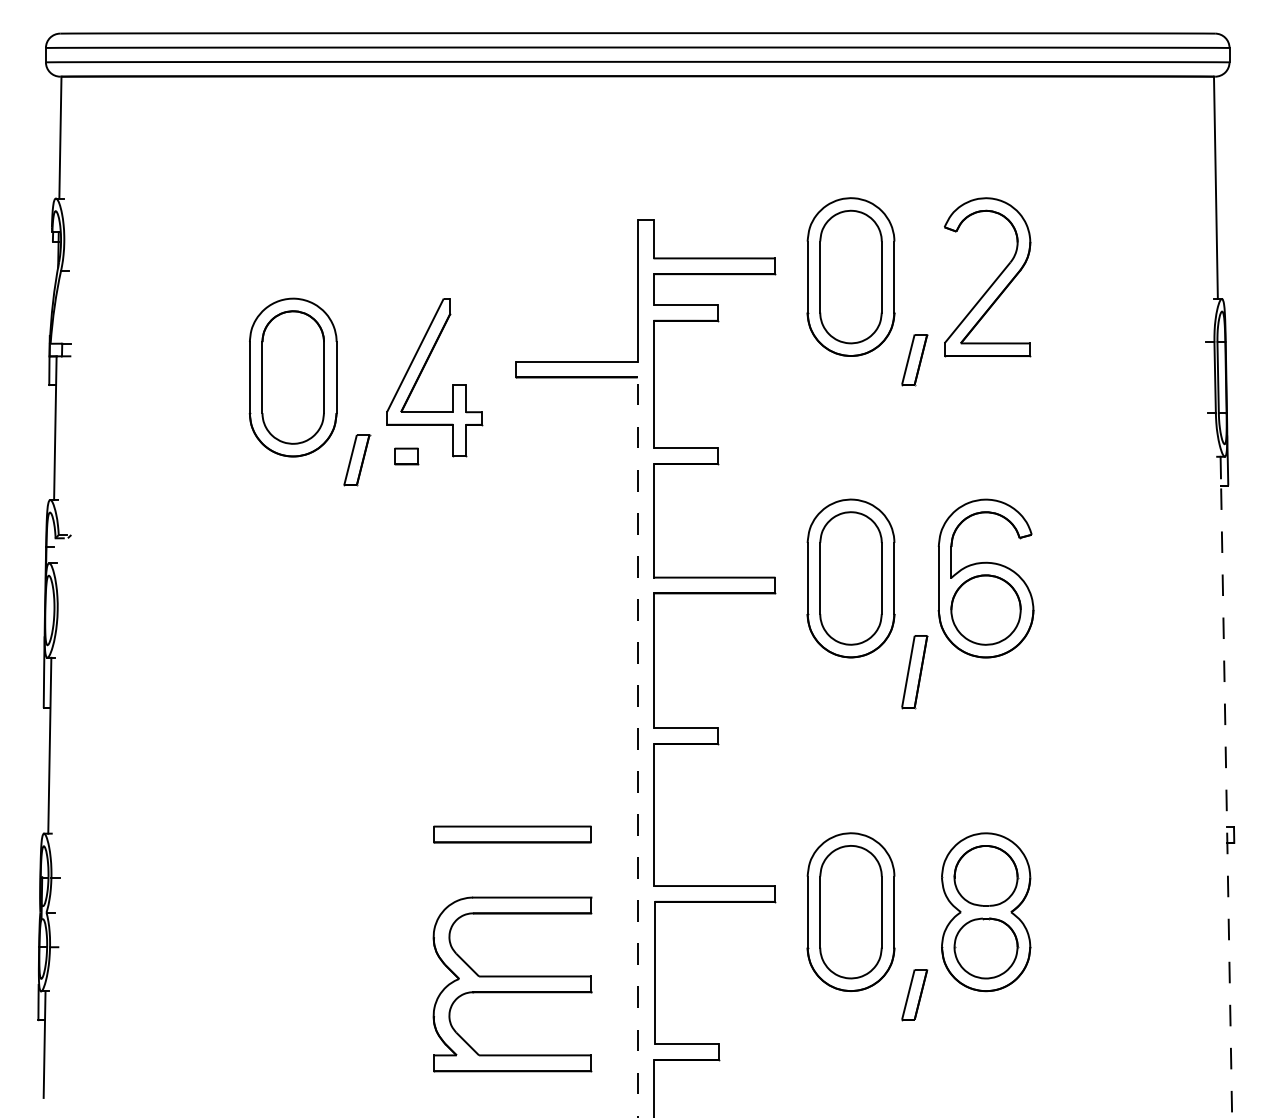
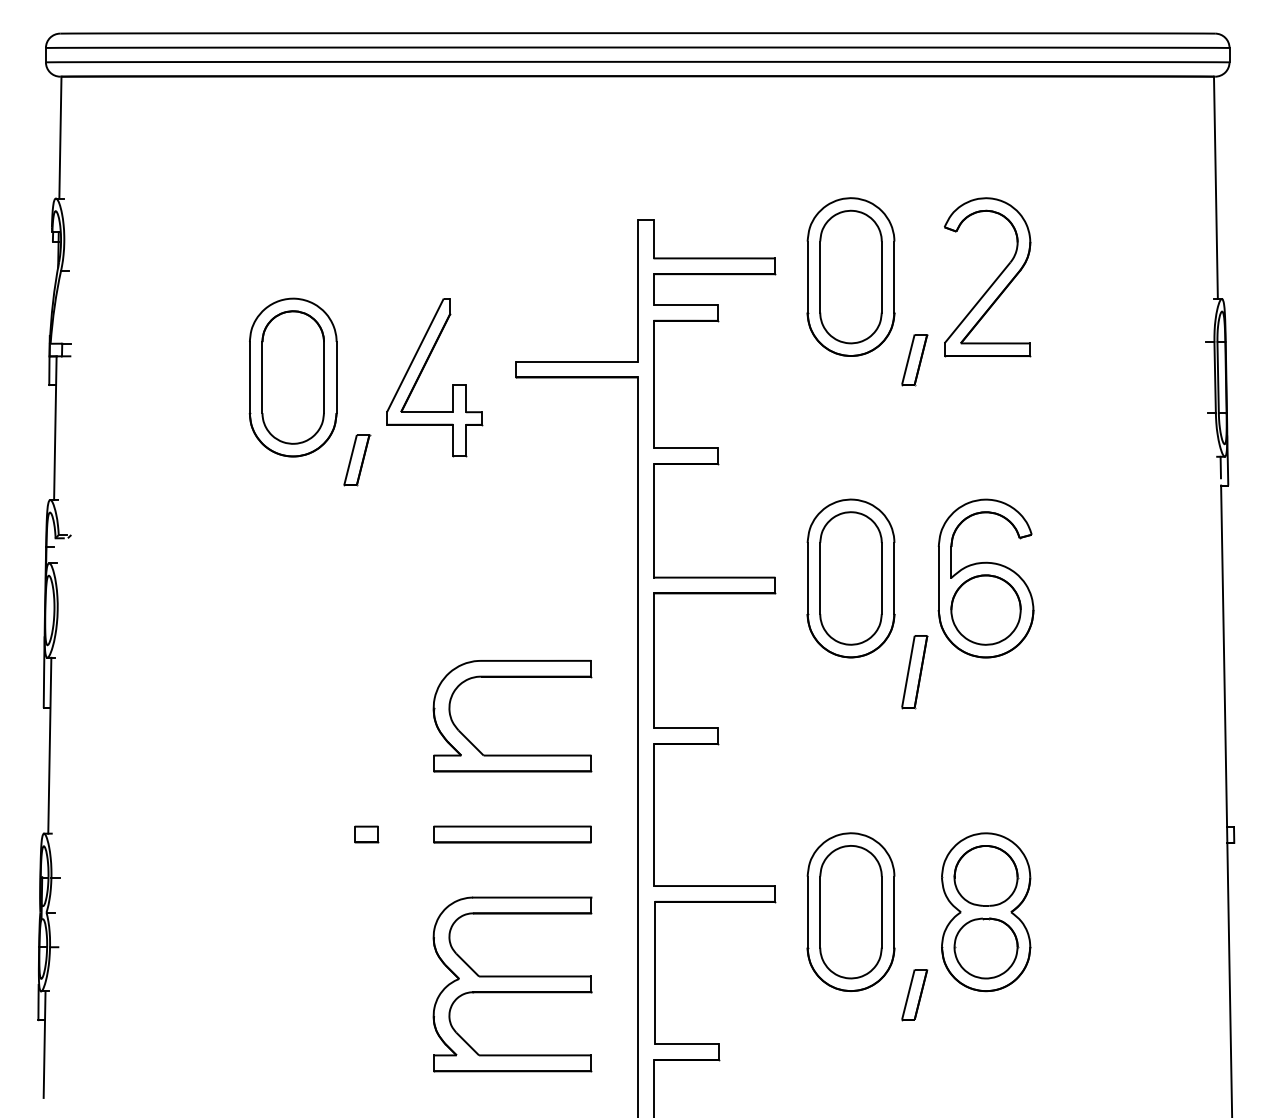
part at (406, 456) position: (406, 456) -> (366, 834)
line at (637, 747): dashed -> solid
part at (512, 754): none -> present
line at (1226, 801): dashed -> solid
